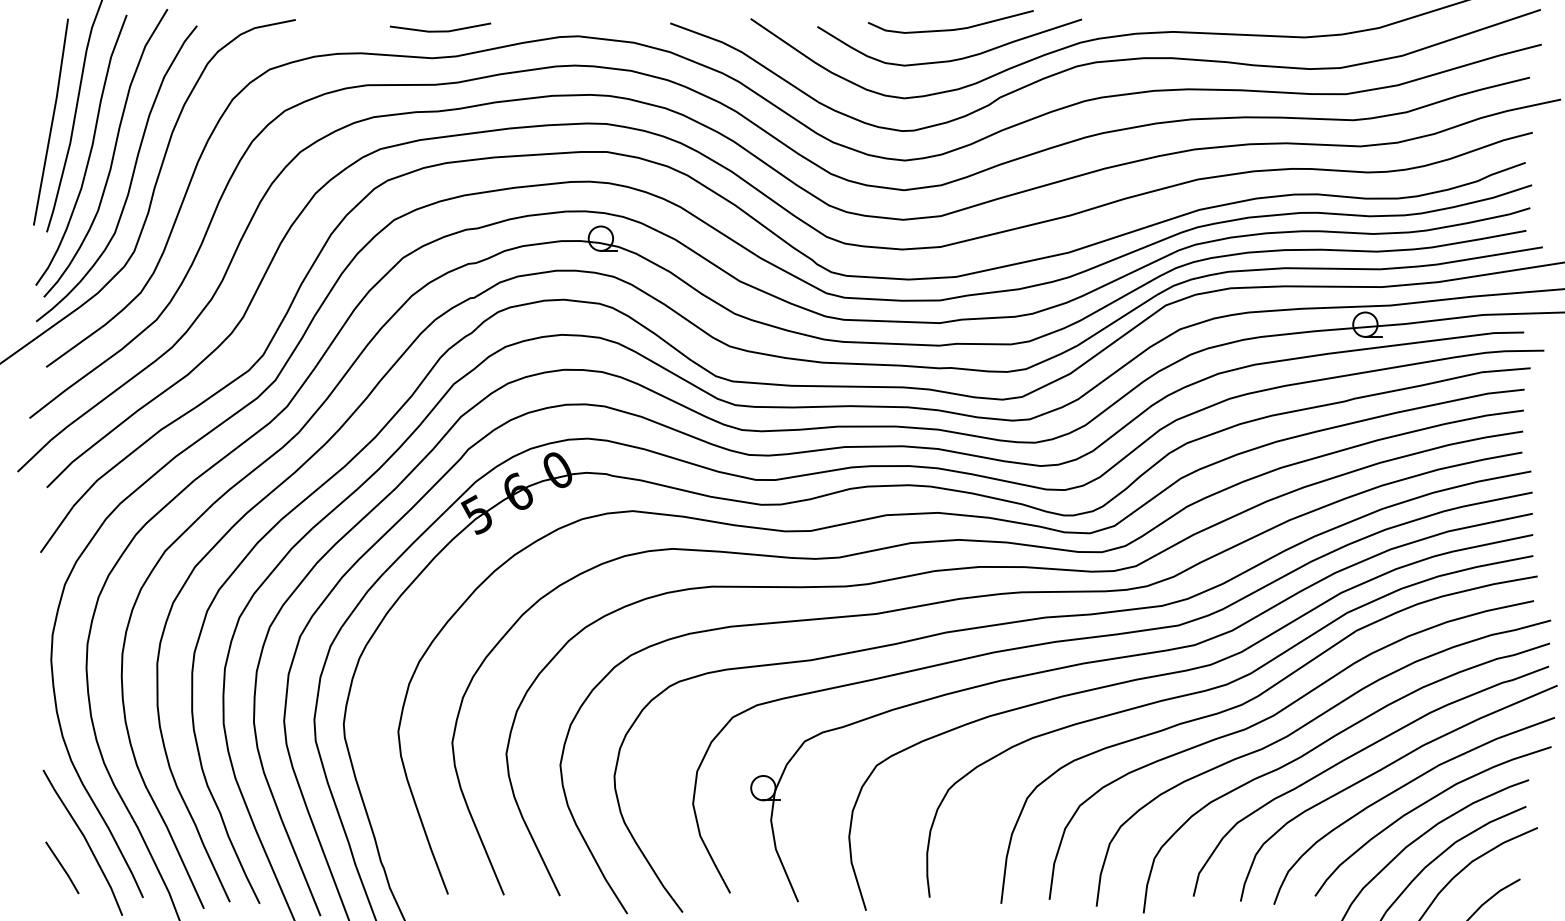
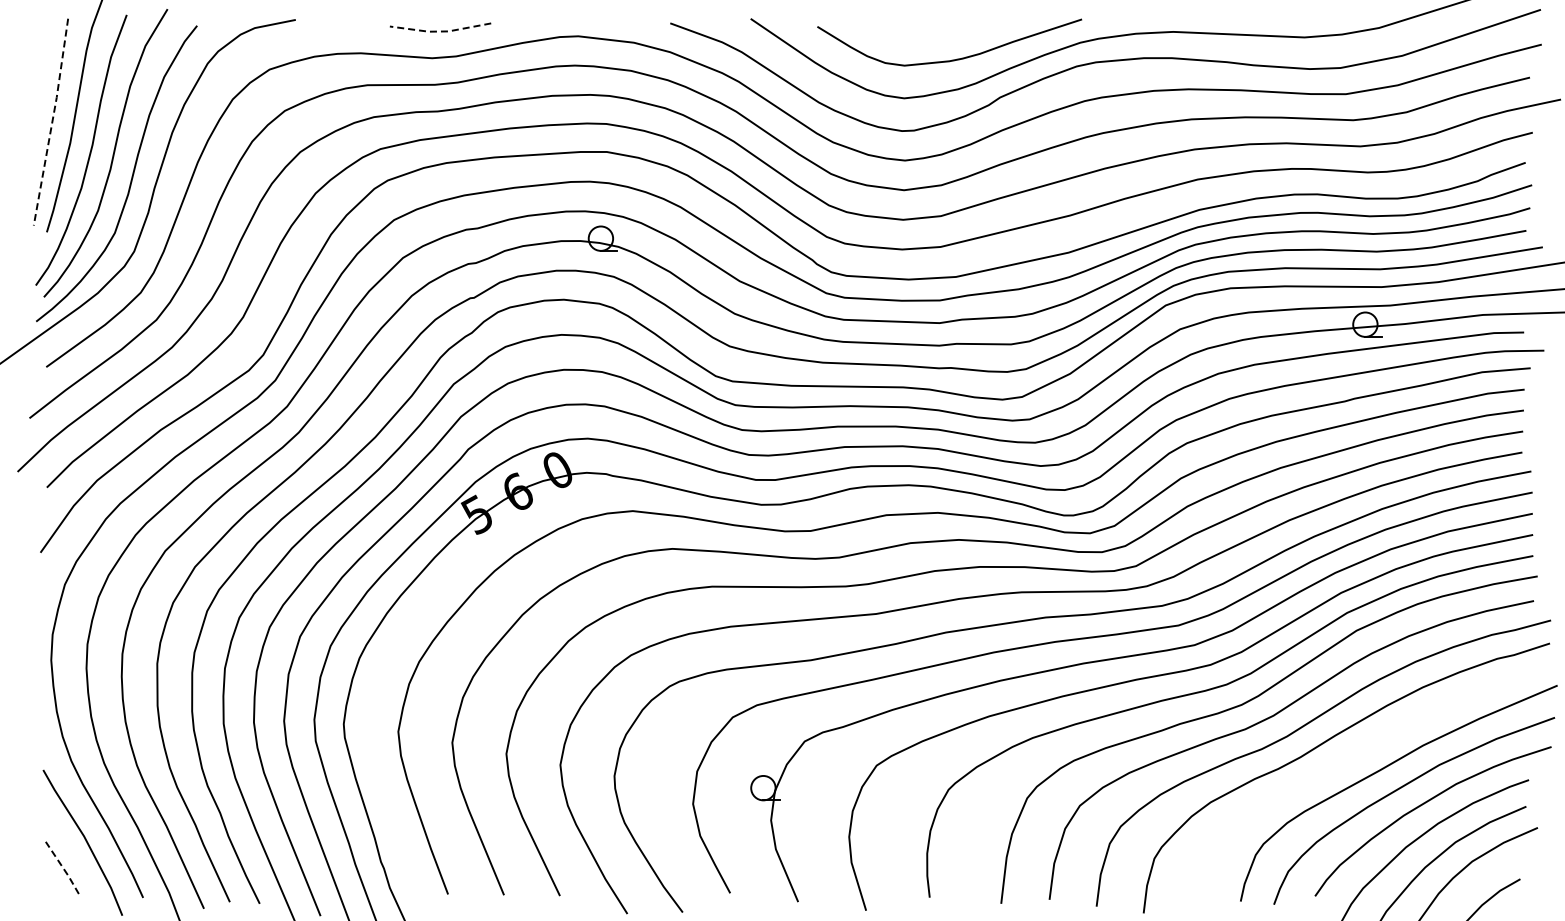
curve at (950, 29): present -> none
line at (440, 31): solid -> dashed
line at (52, 122): solid -> dashed
curve at (1356, 754): present -> none
line at (63, 867): solid -> dashed
